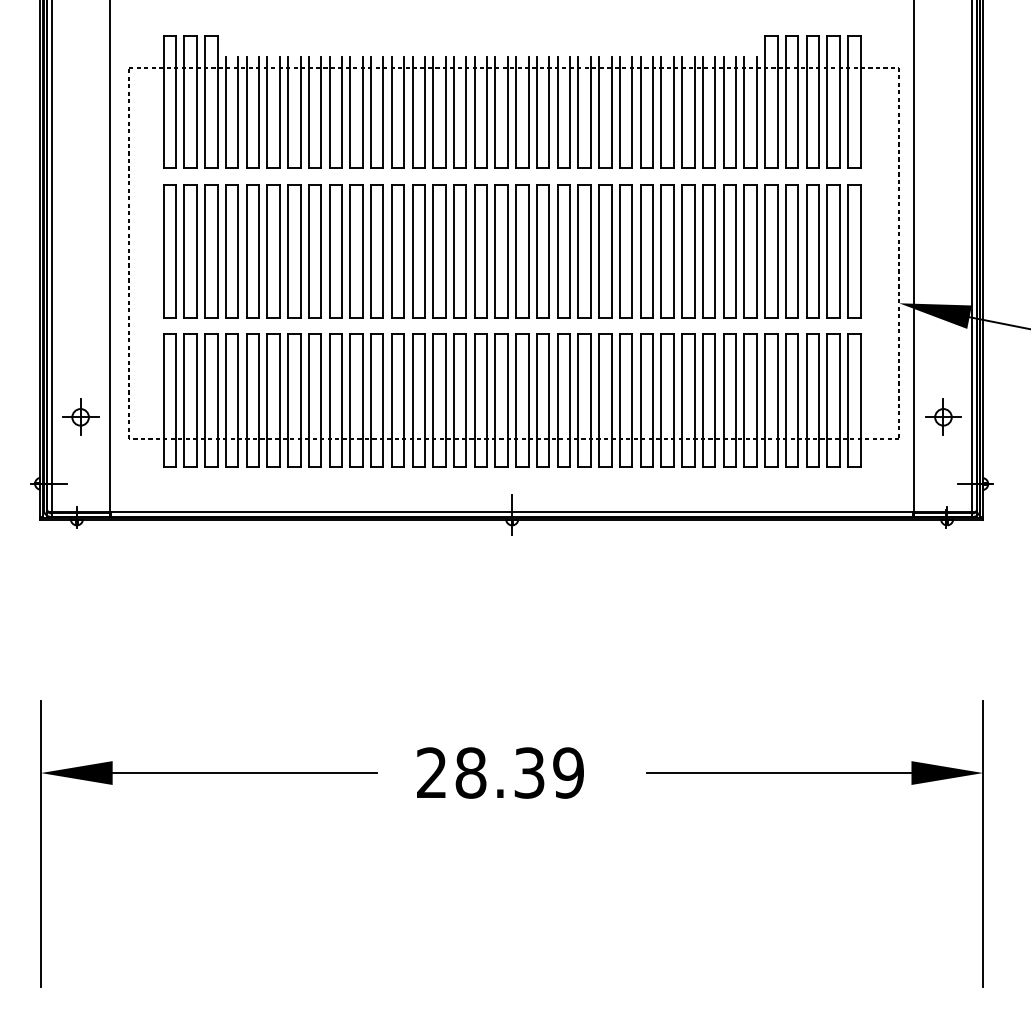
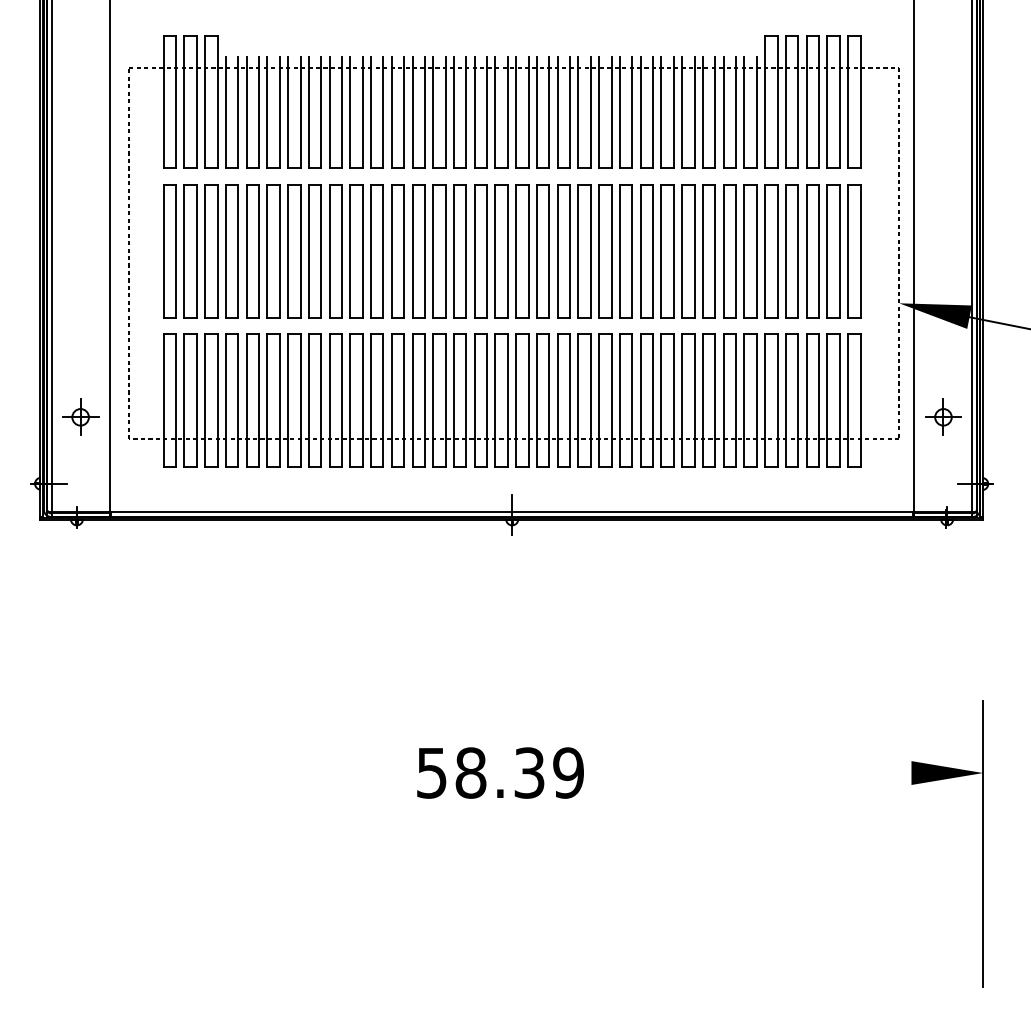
text at (431, 772): 28.39 -> 58.39
part at (208, 773): present -> none
line at (779, 773): present -> none
